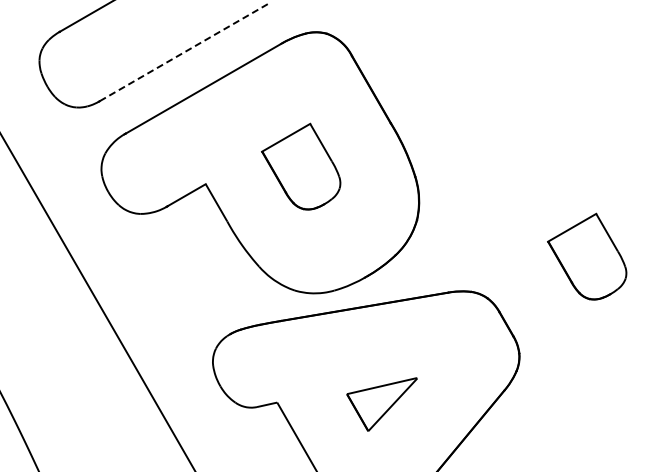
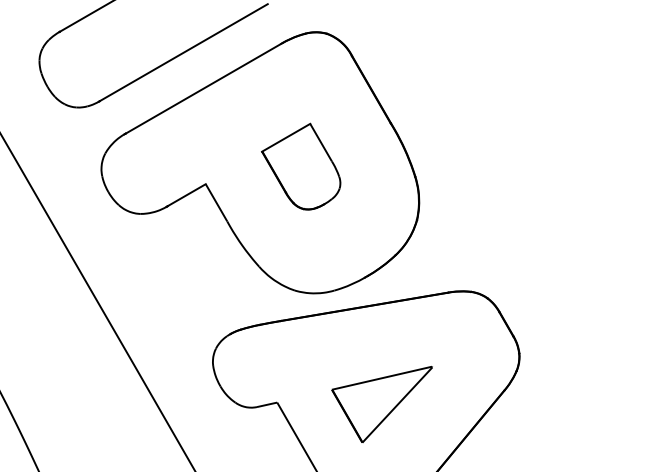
line at (183, 52): dashed -> solid
part at (587, 256): present -> none
part at (381, 404) size: 72x55 px -> 102x77 px
